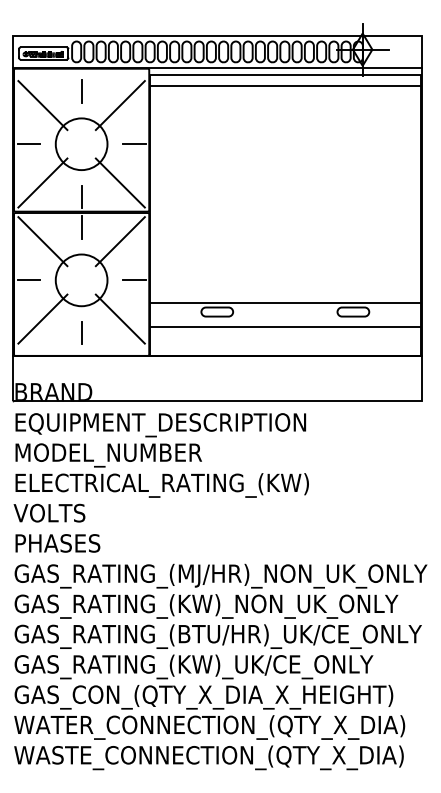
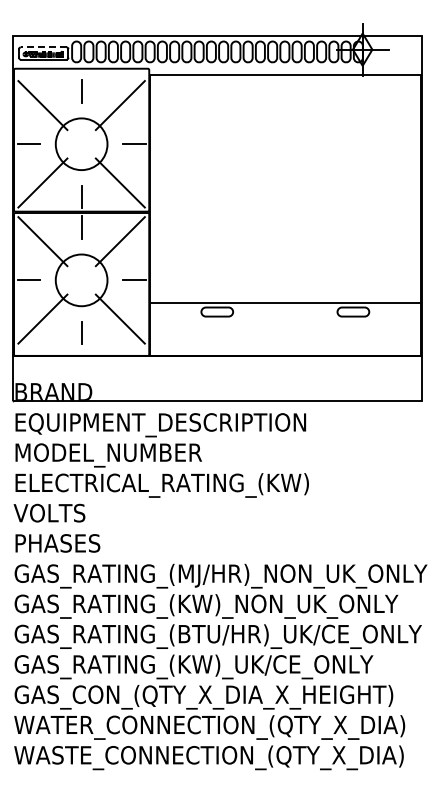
line at (43, 47): solid -> dashed
line at (217, 67): present -> none
line at (284, 86): present -> none
line at (284, 327): present -> none
